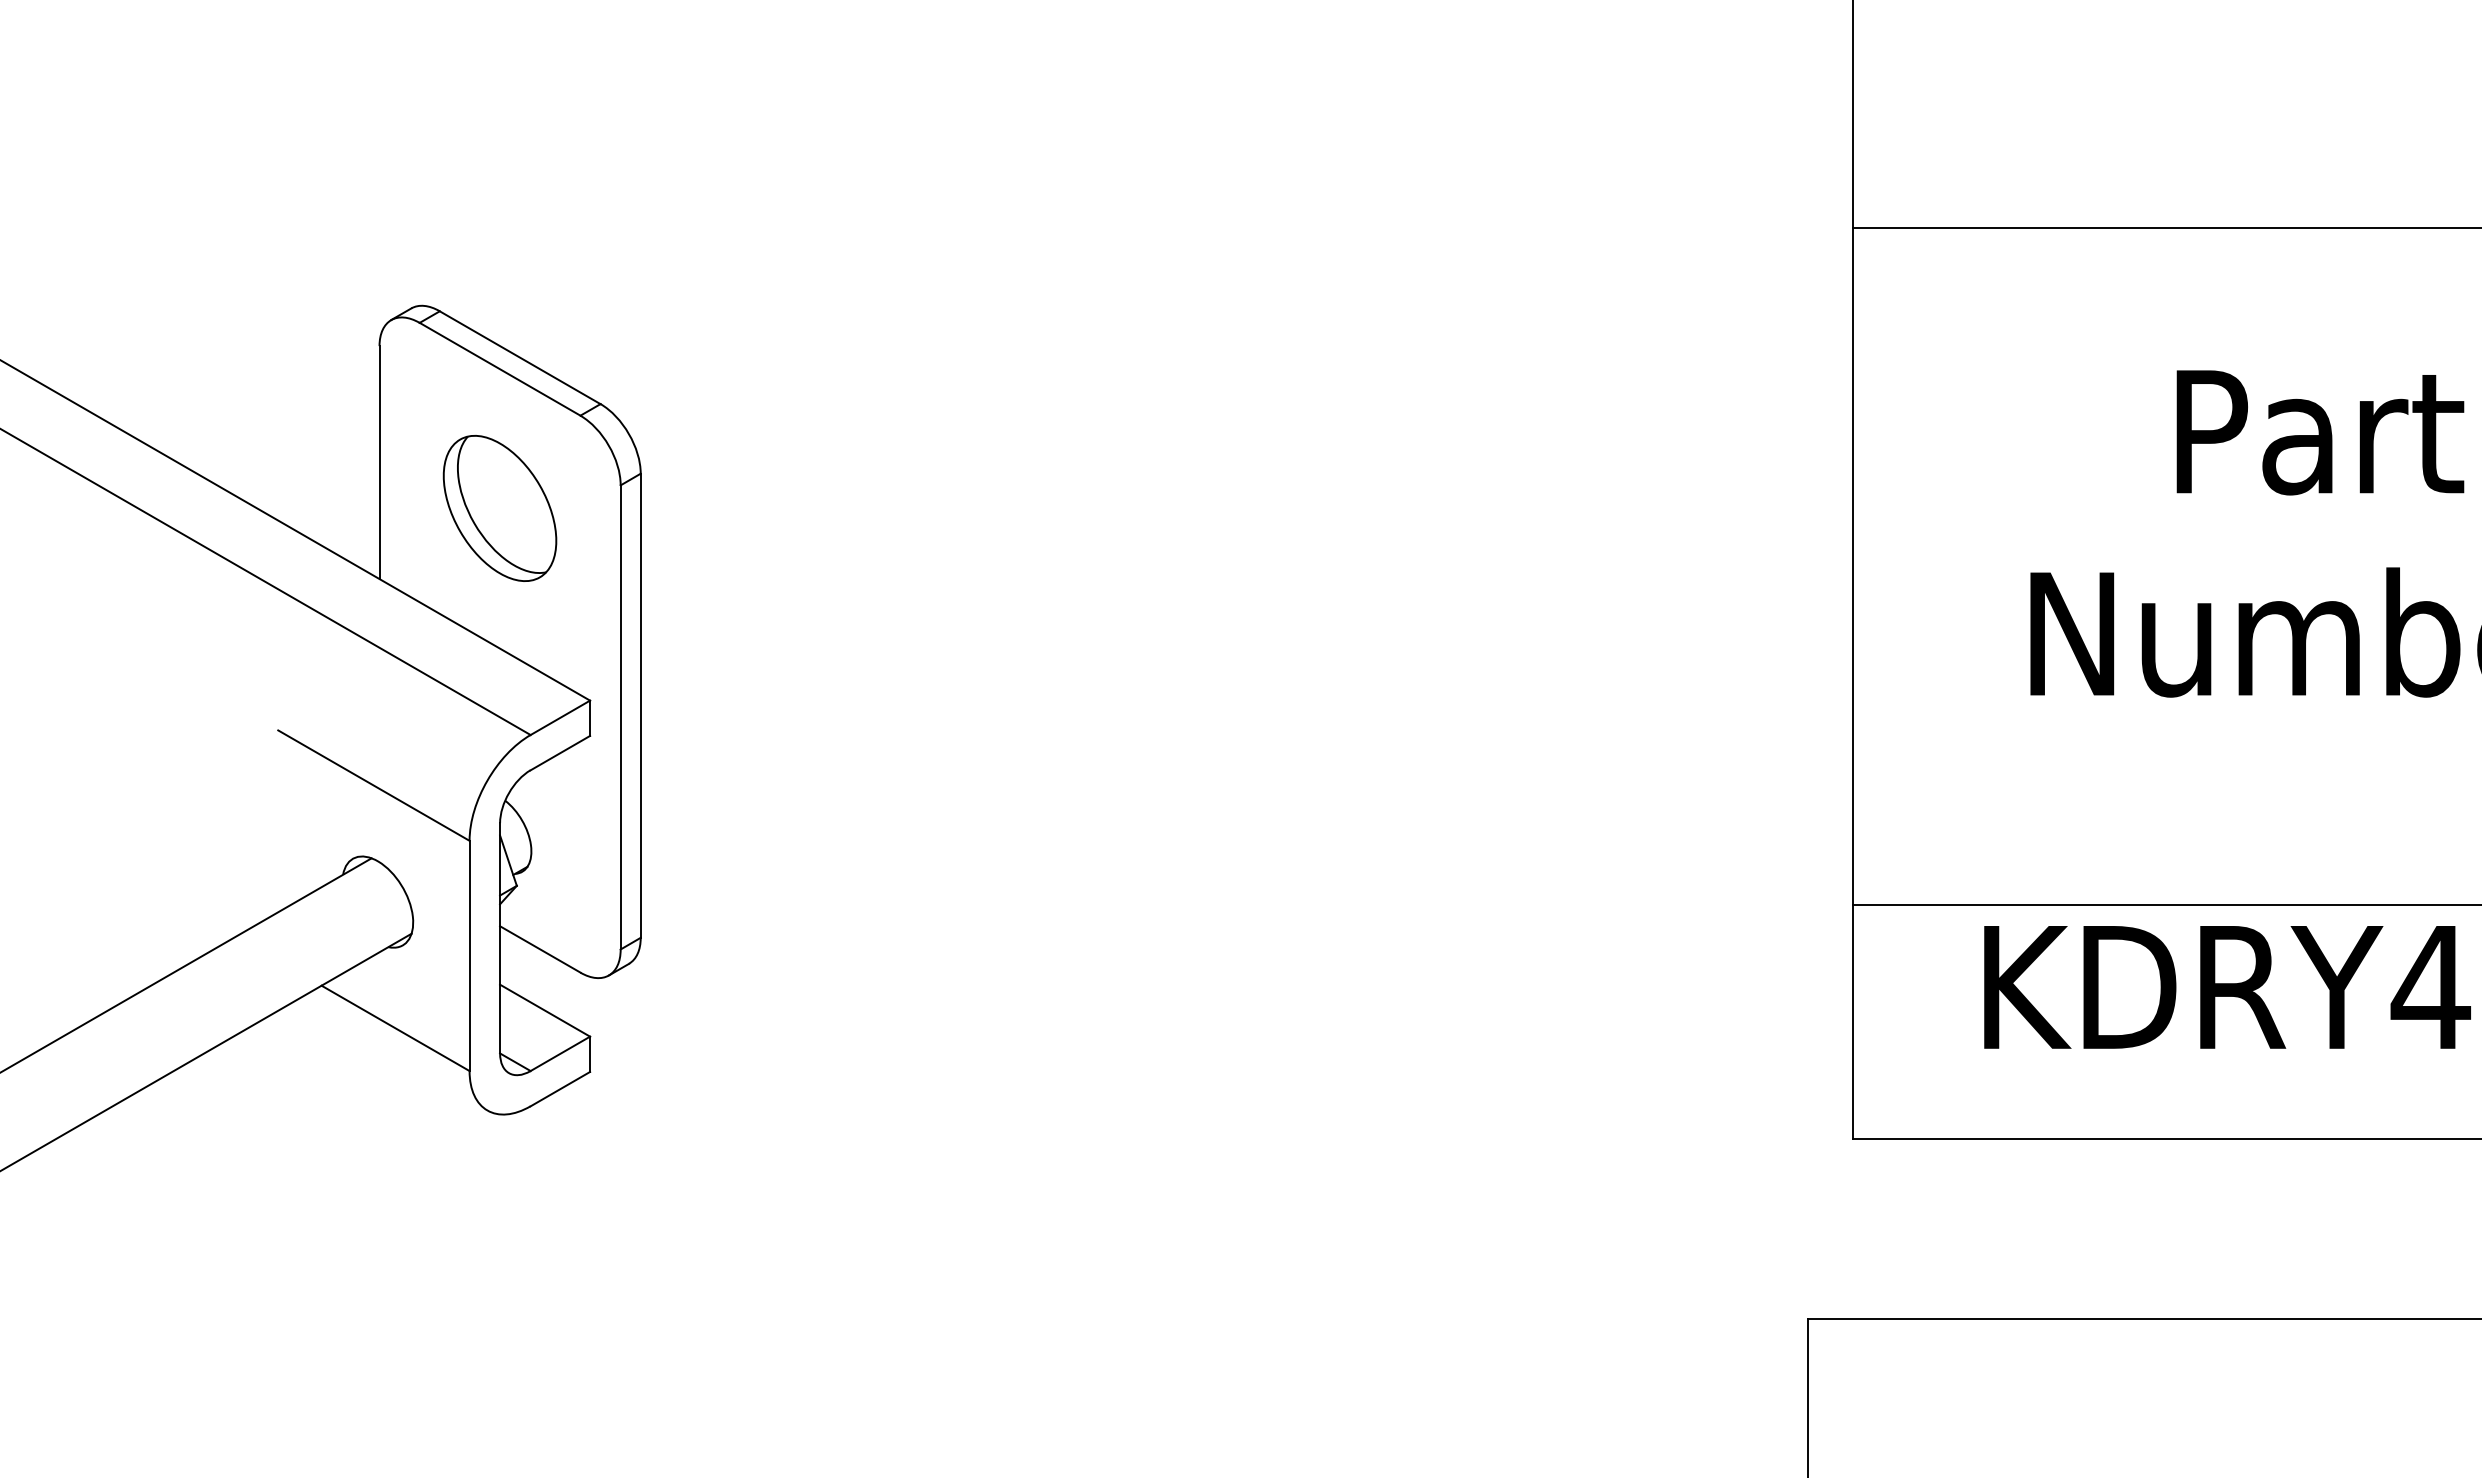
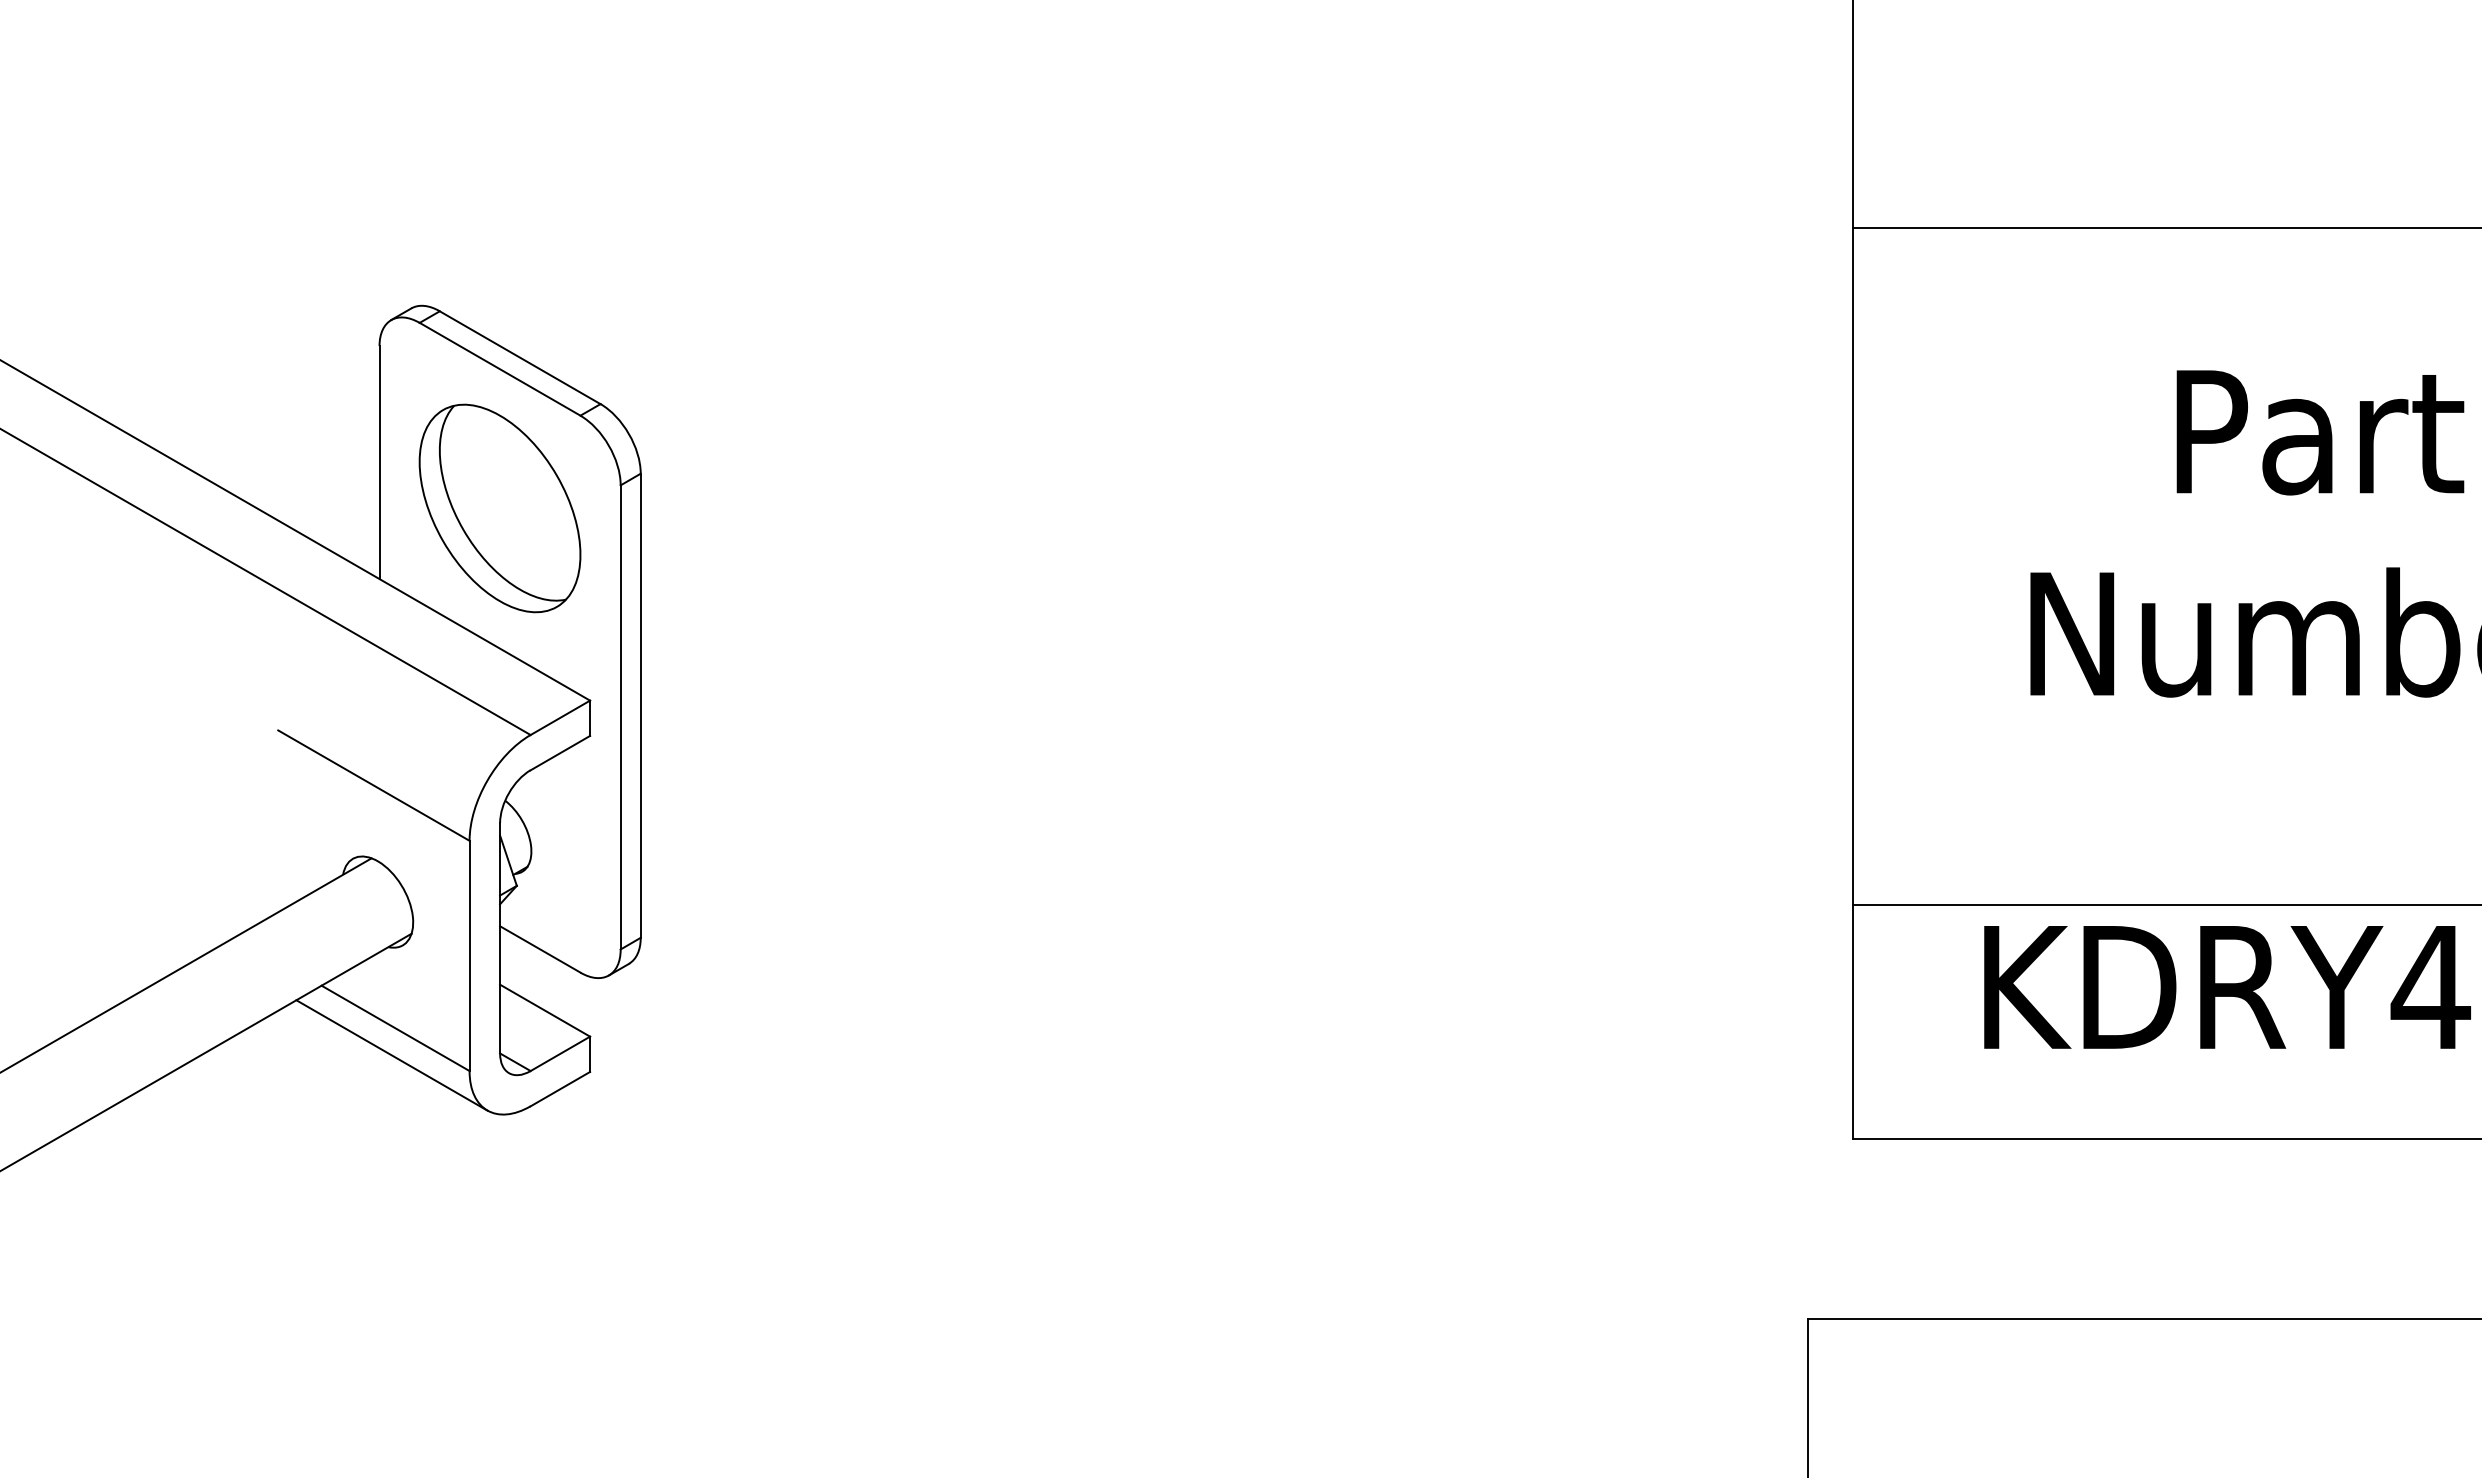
part at (499, 508) size: 116x147 px -> 164x211 px
line at (391, 1055): none -> present
